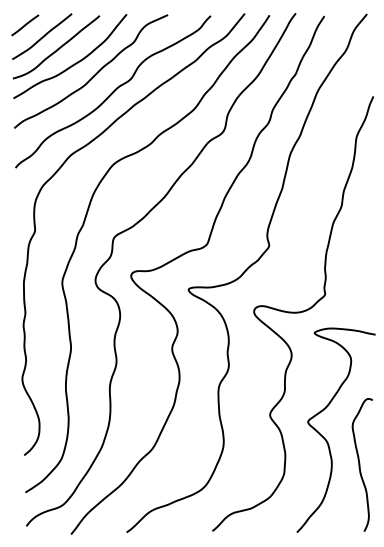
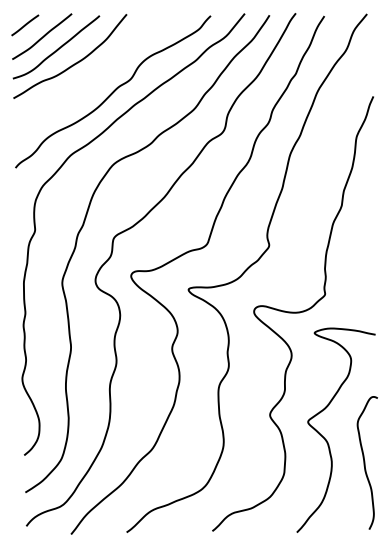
curve at (94, 74): present -> none
curve at (360, 464) position: (360, 464) -> (365, 462)
